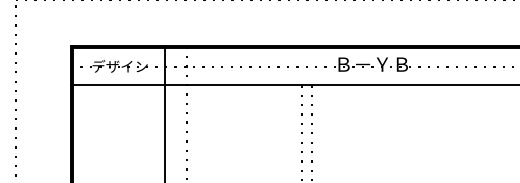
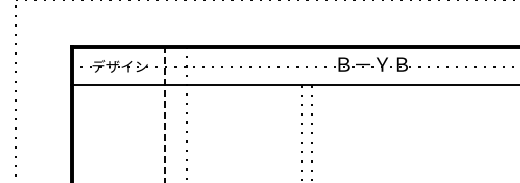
line at (165, 114): solid -> dashed
